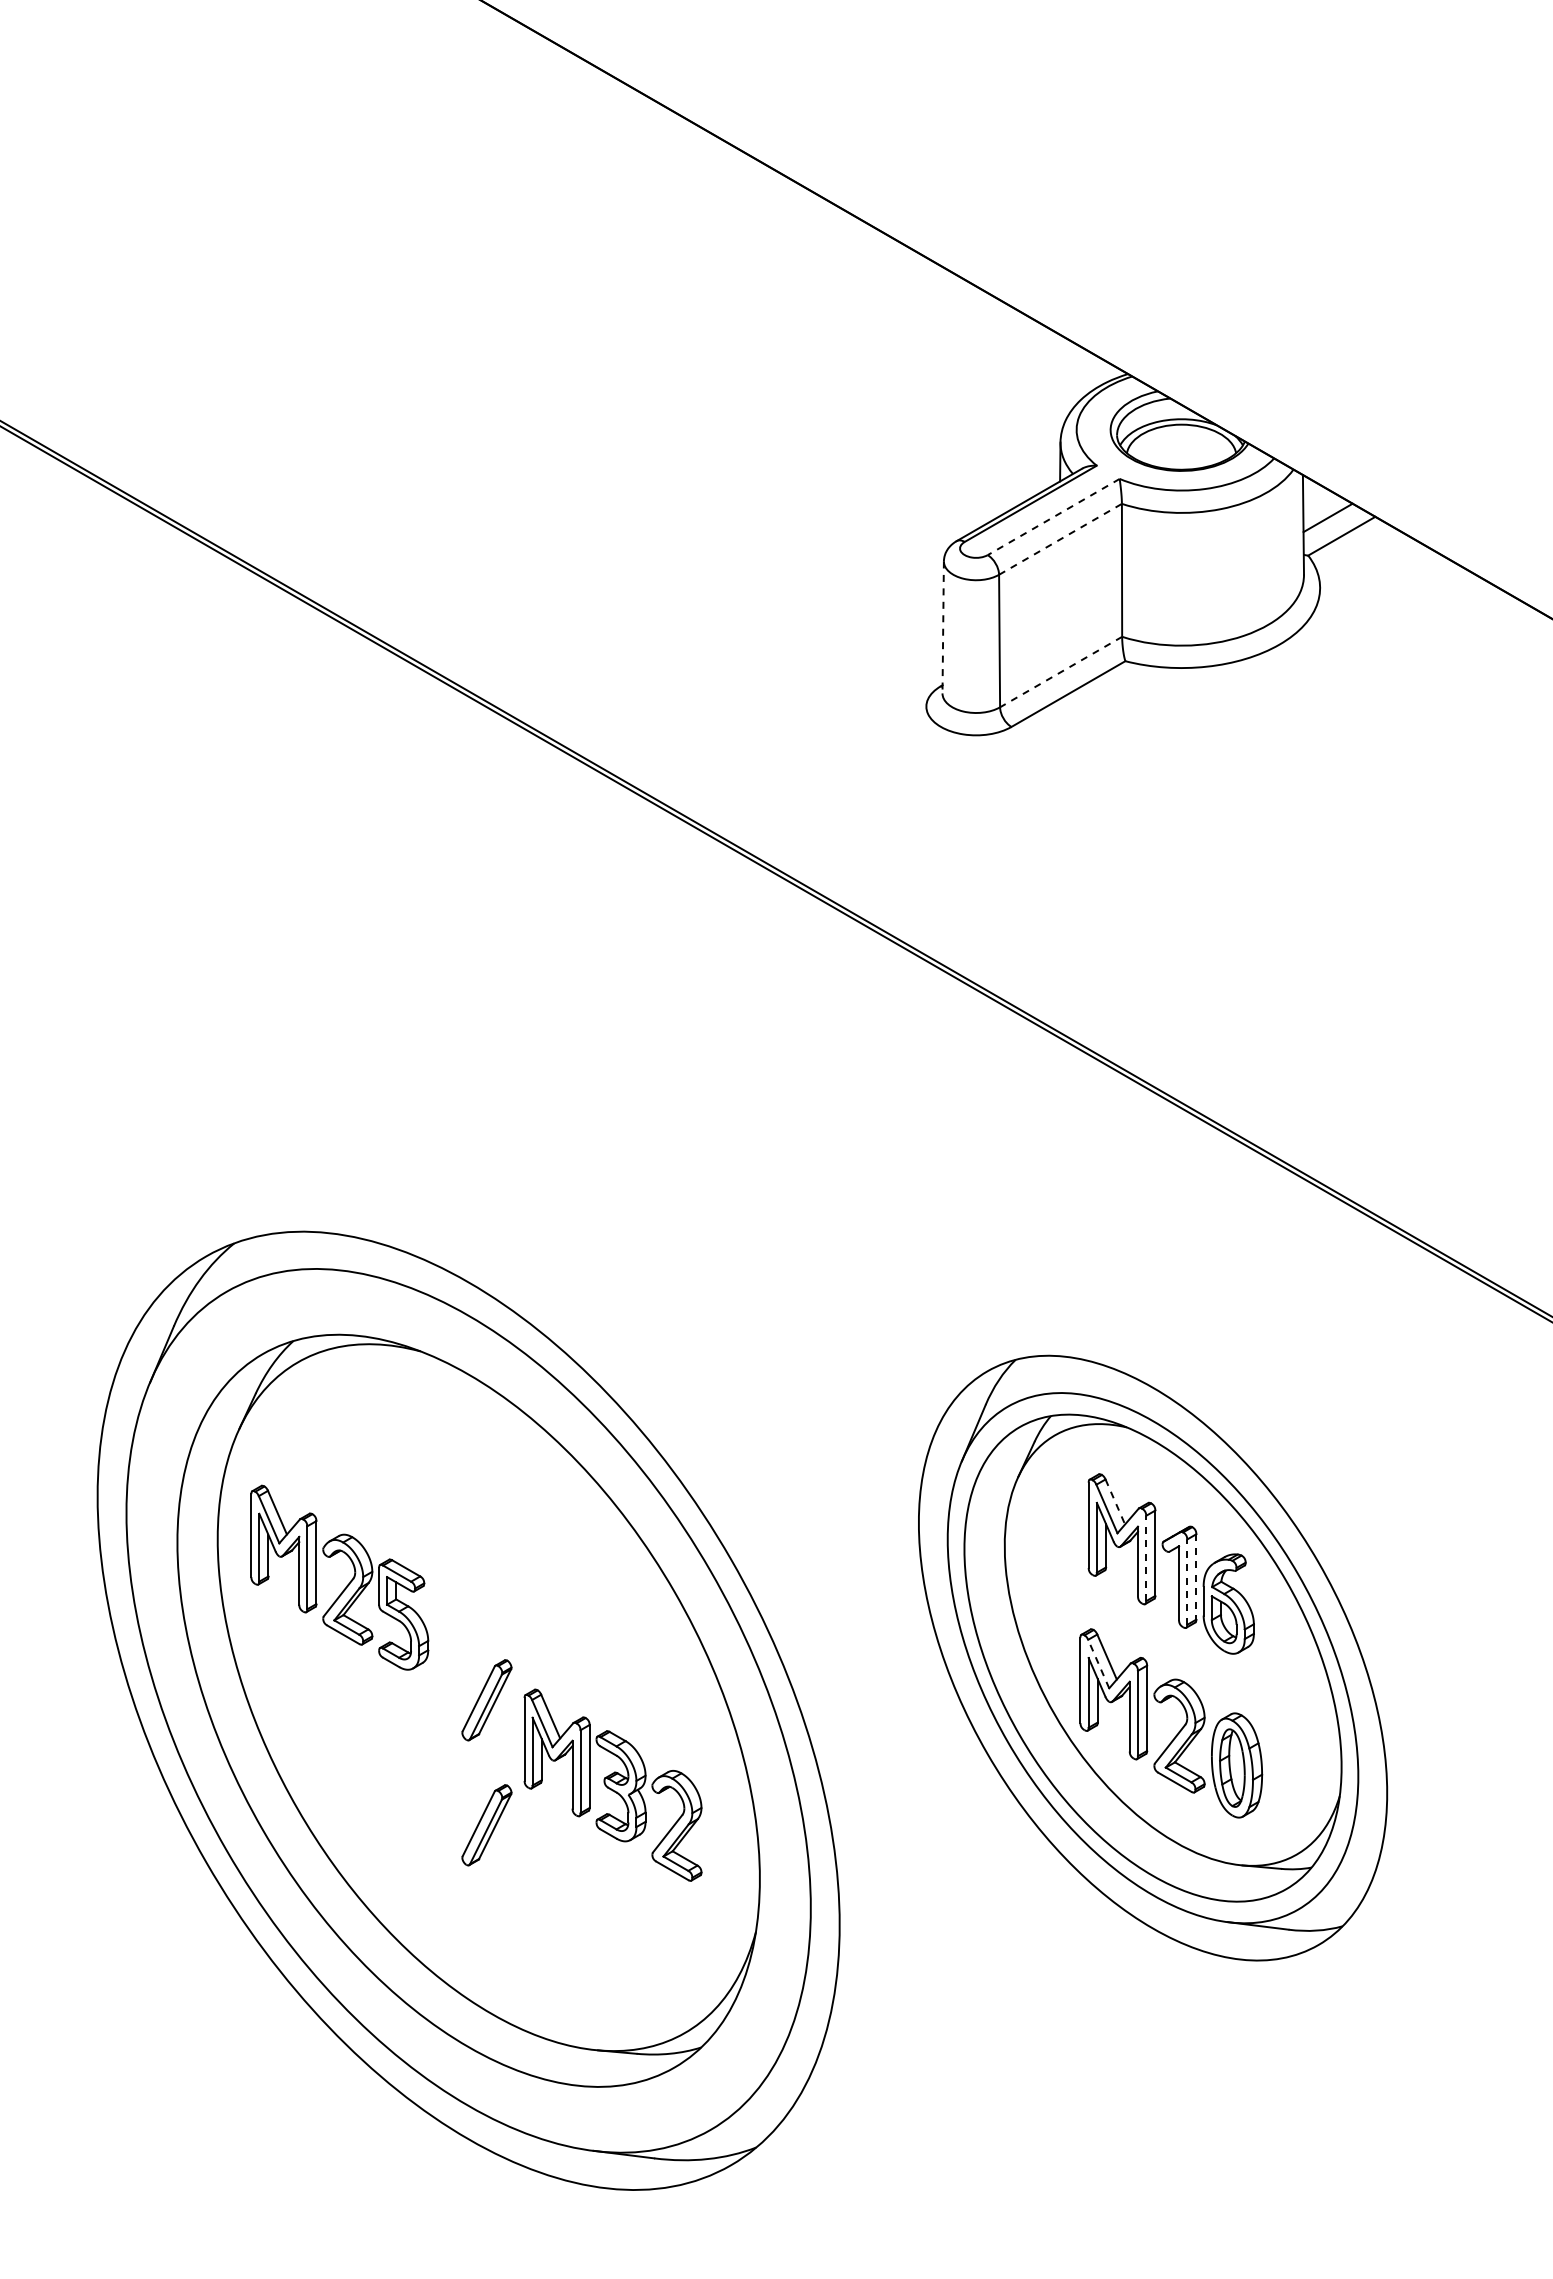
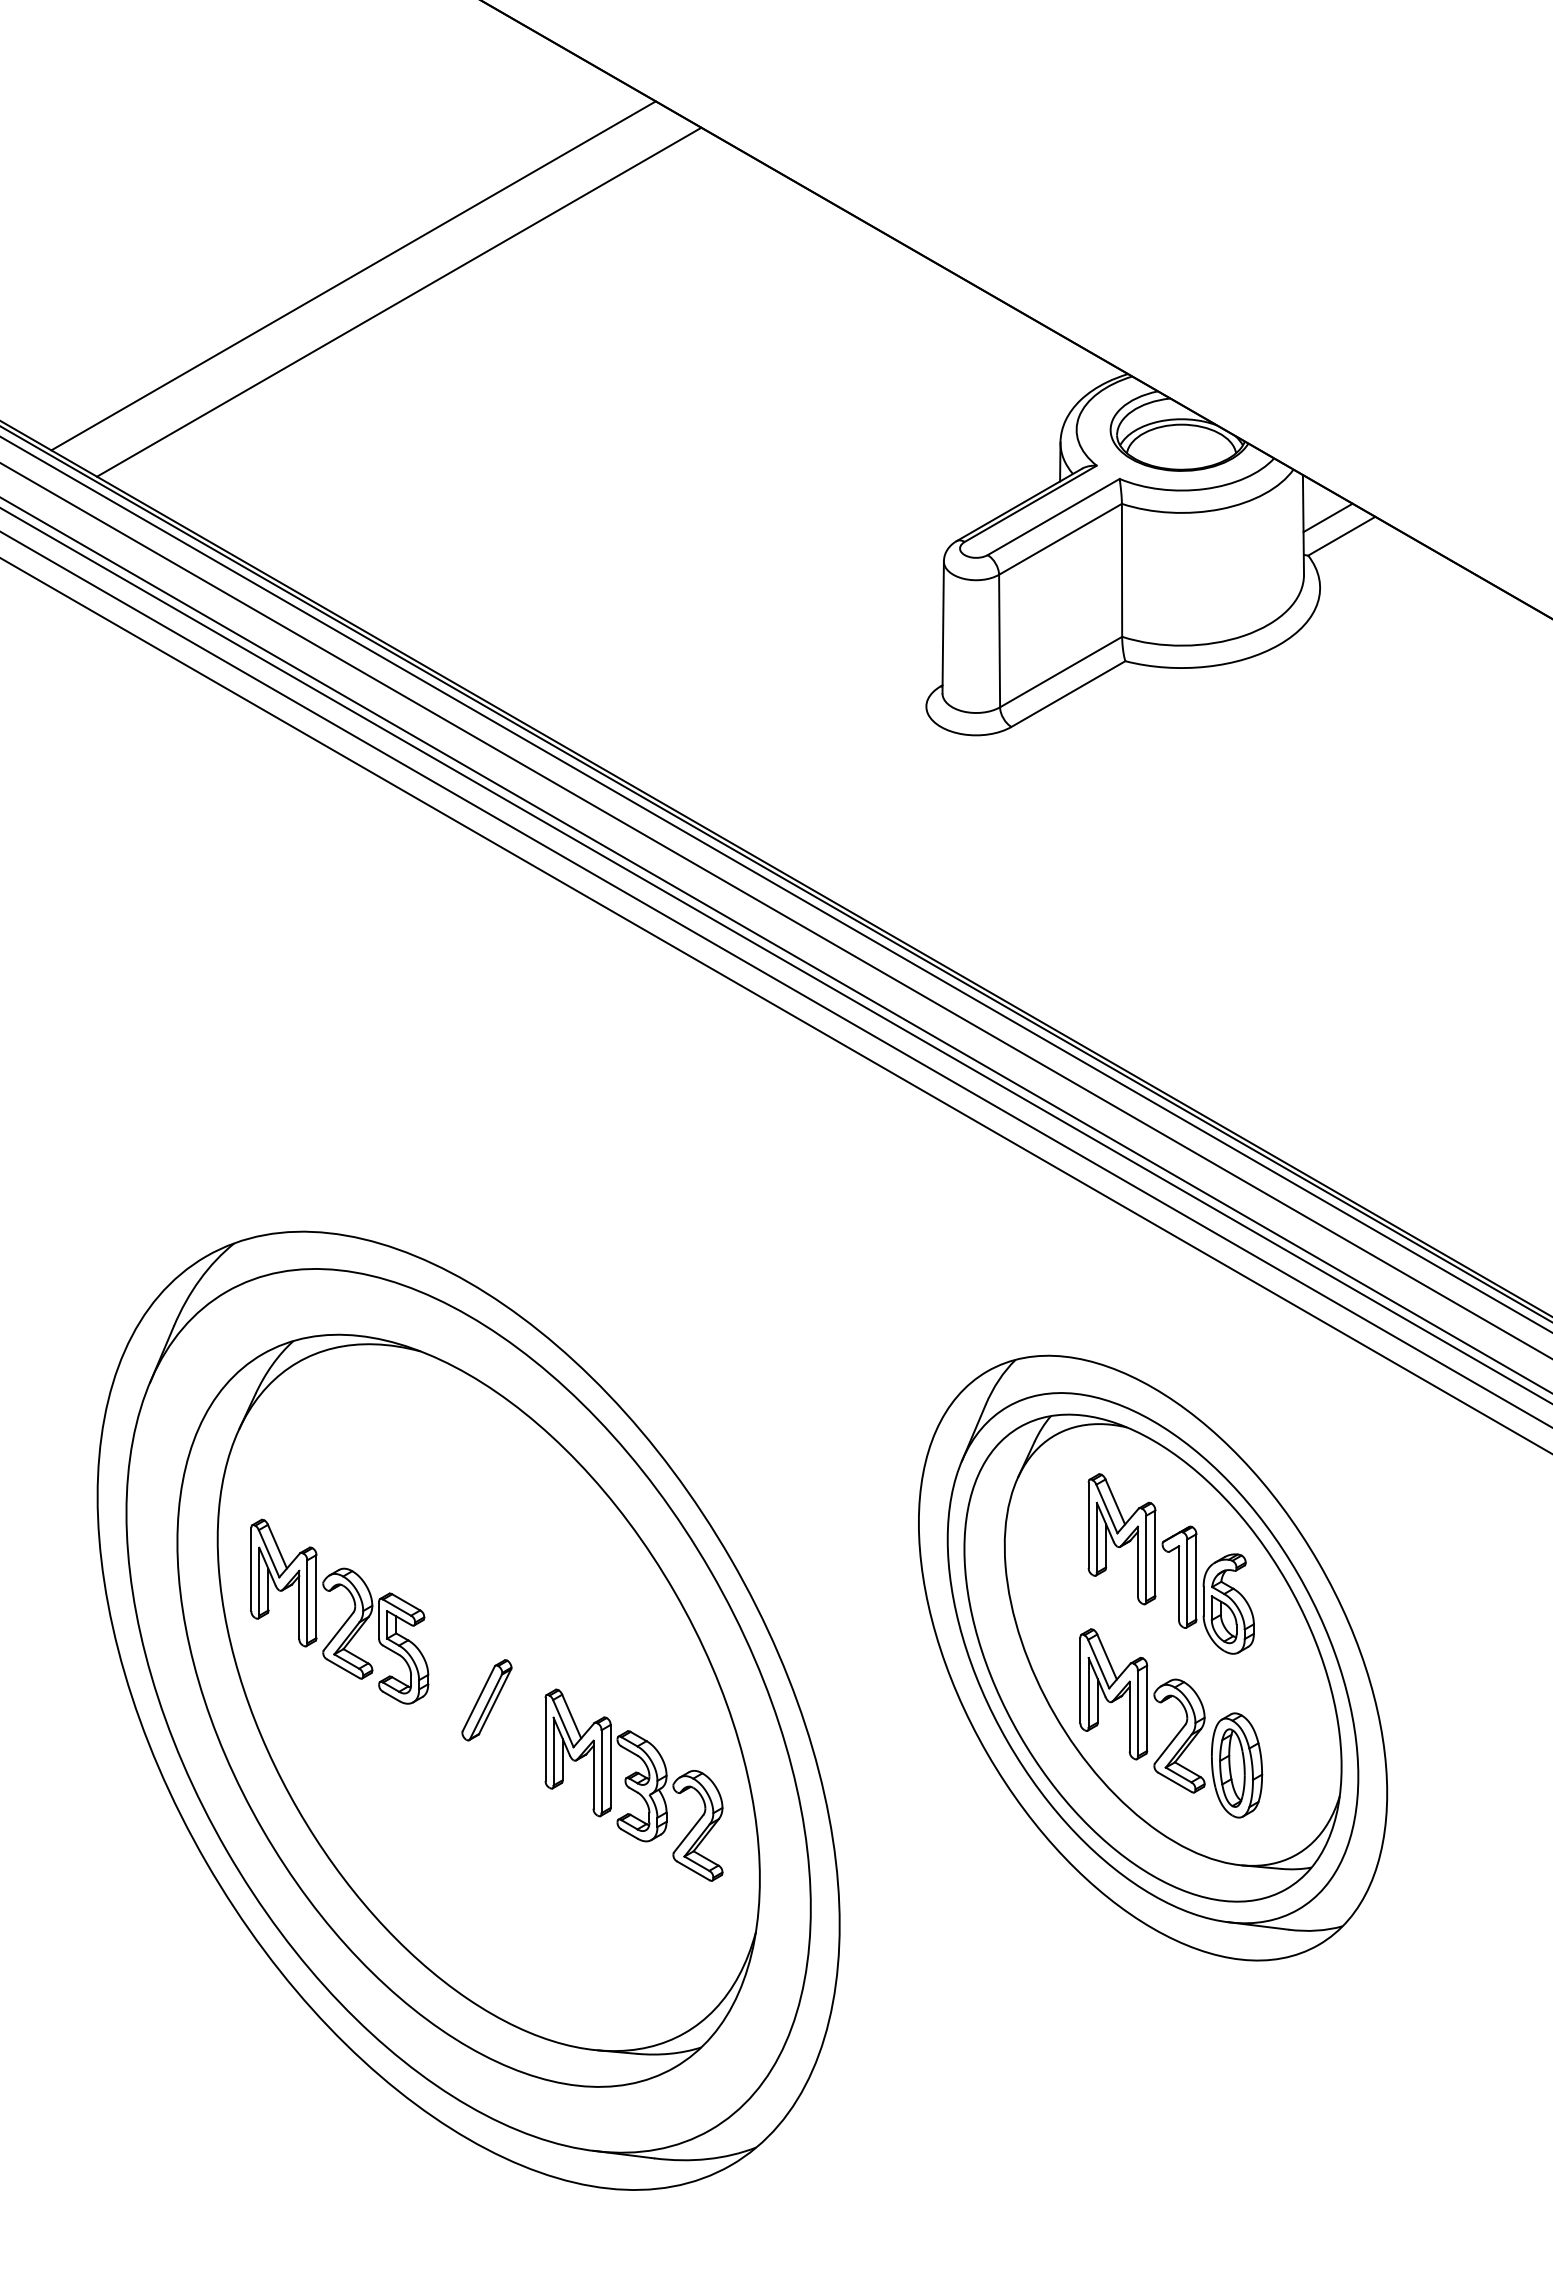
line at (353, 275): none -> present
line at (399, 301): none -> present
line at (1053, 517): dashed -> solid
line at (1060, 539): dashed -> solid
line at (943, 627): dashed -> solid
line at (1060, 672): dashed -> solid
line at (775, 884): none -> present
line at (775, 910): none -> present
line at (775, 945): none -> present
line at (775, 955): none -> present
line at (775, 979): none -> present
line at (775, 1005): none -> present
line at (1115, 1501): dashed -> solid
line at (1146, 1558): dashed -> solid
line at (1196, 1576): dashed -> solid
line at (1187, 1582): dashed -> solid
part at (347, 1584) position: (347, 1584) -> (347, 1618)
line at (1098, 1663): dashed -> solid
part at (612, 1784) position: (612, 1784) -> (633, 1784)
part at (486, 1825): present -> none
